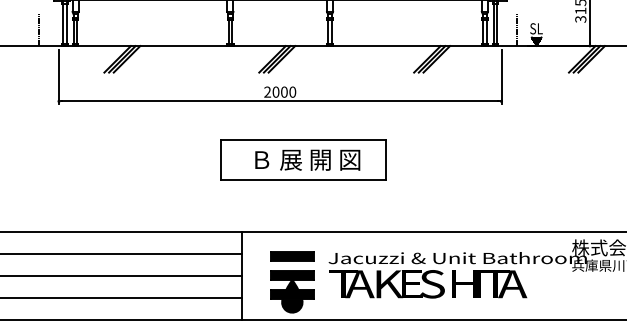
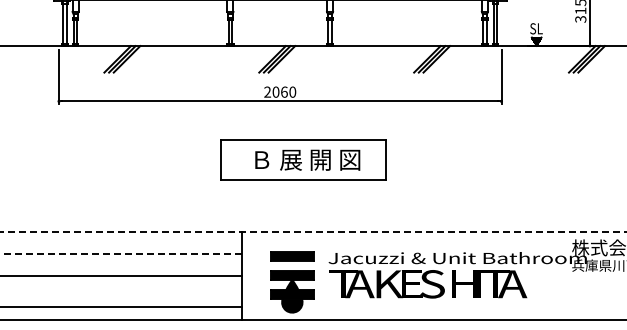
line at (39, 28): present -> none
line at (517, 28): present -> none
text at (284, 91): 2000 -> 2060
line at (313, 231): solid -> dashed
line at (121, 253): solid -> dashed
line at (121, 298) position: (121, 298) -> (121, 307)
